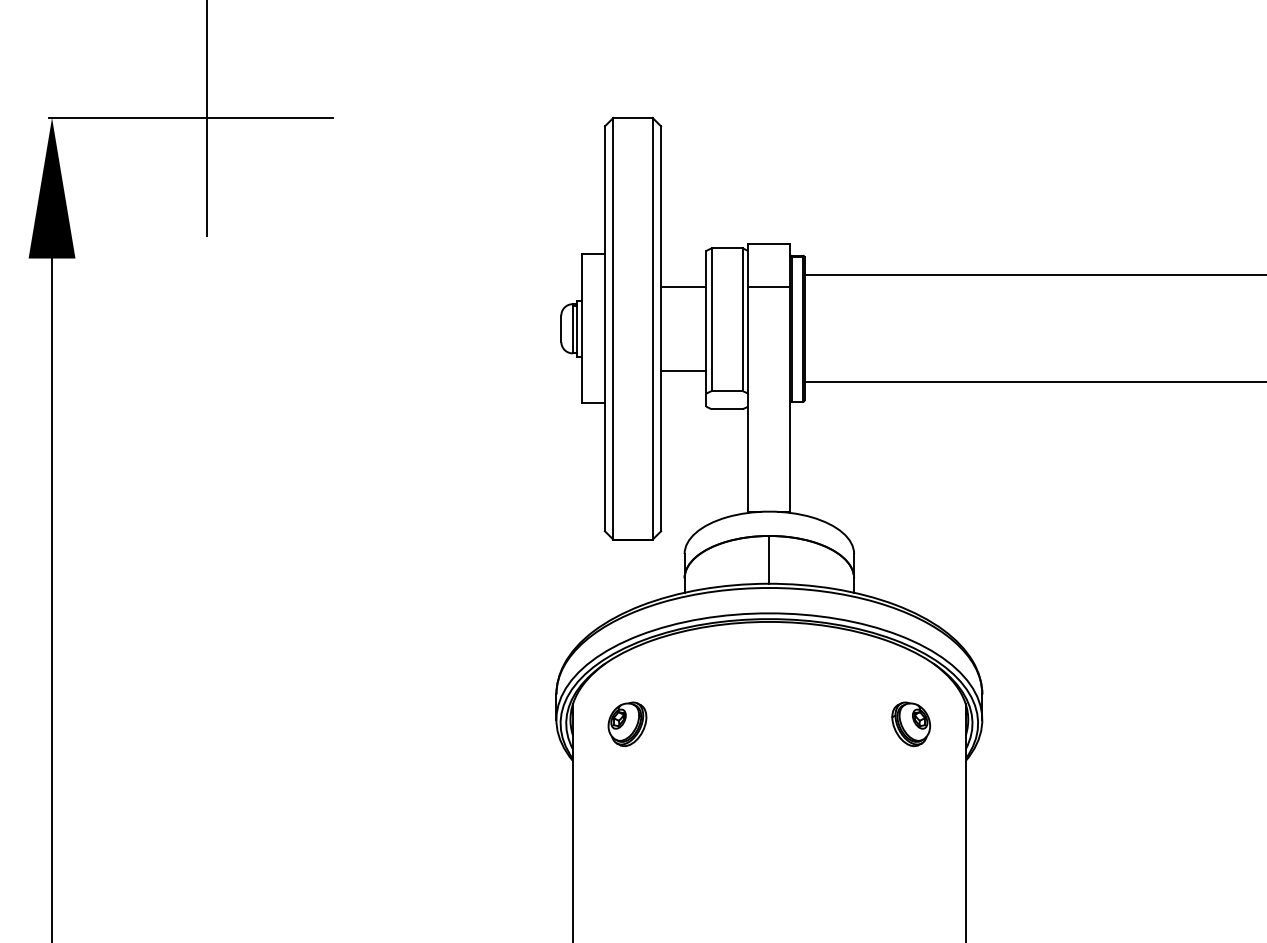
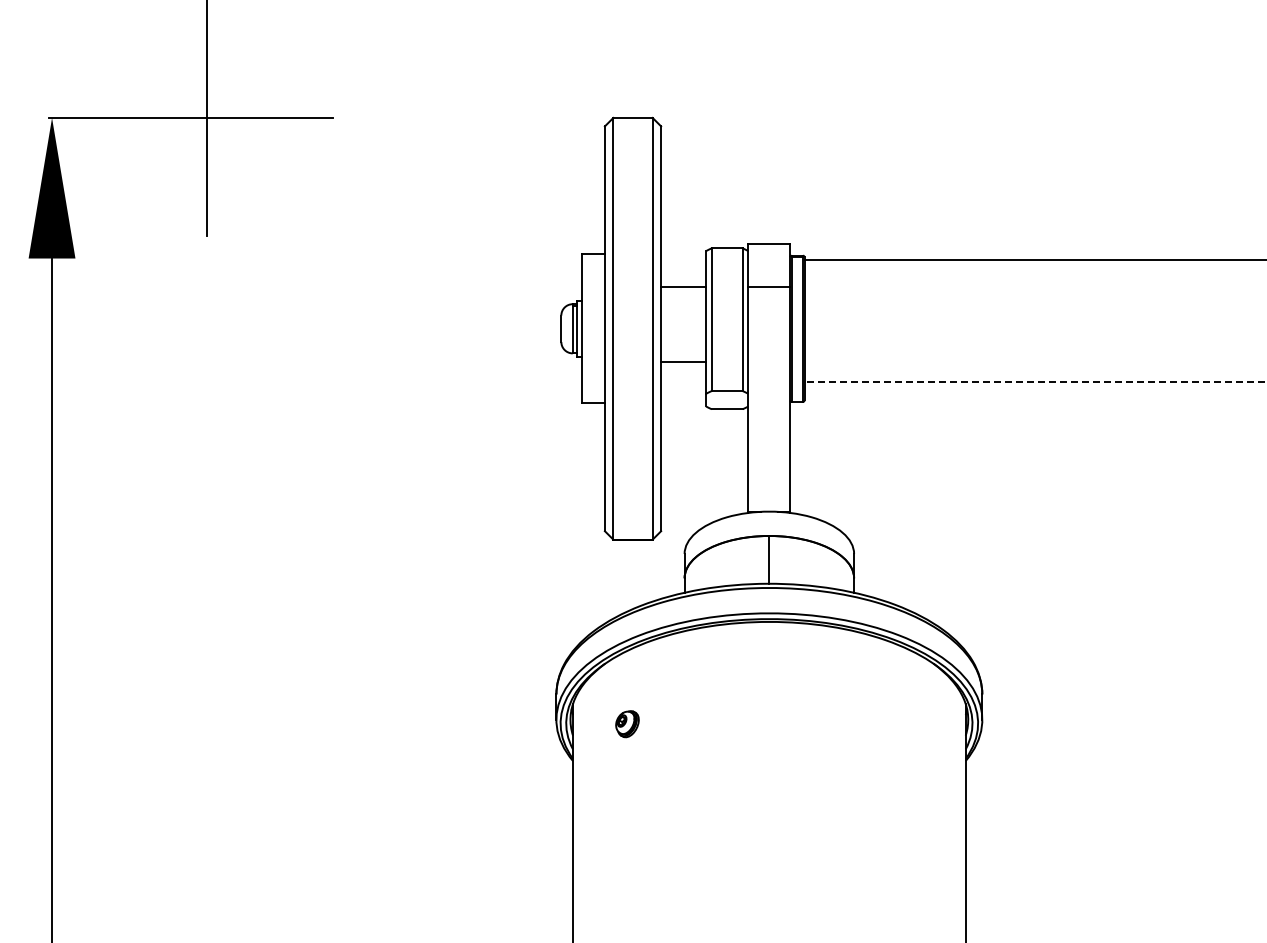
line at (1033, 275) position: (1033, 275) -> (1033, 260)
line at (683, 370) position: (683, 370) -> (683, 361)
line at (1035, 382): solid -> dashed
part at (627, 723) size: 41x46 px -> 25x29 px
part at (911, 723): present -> none
